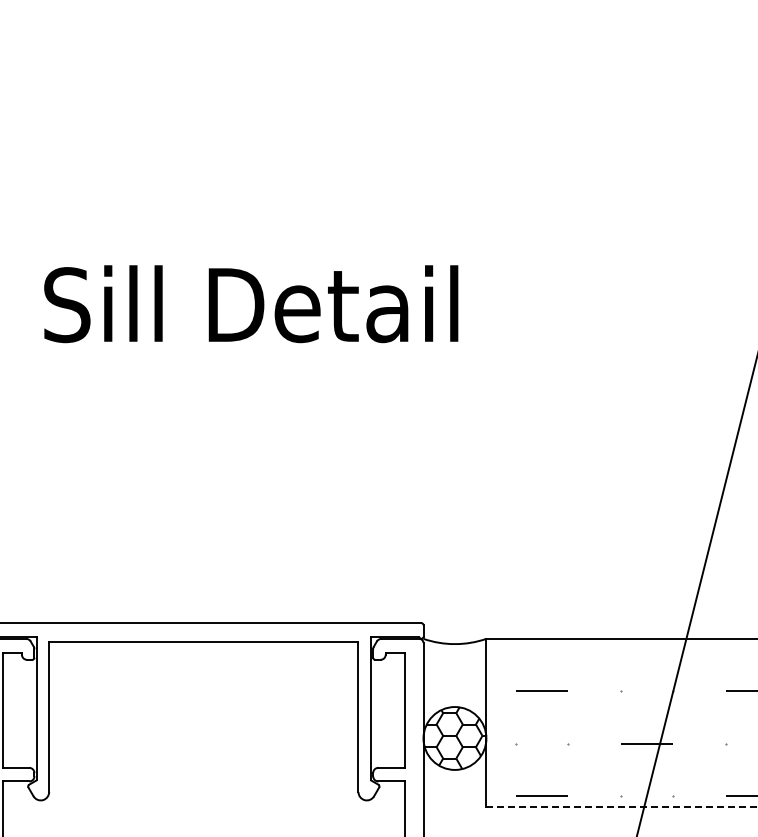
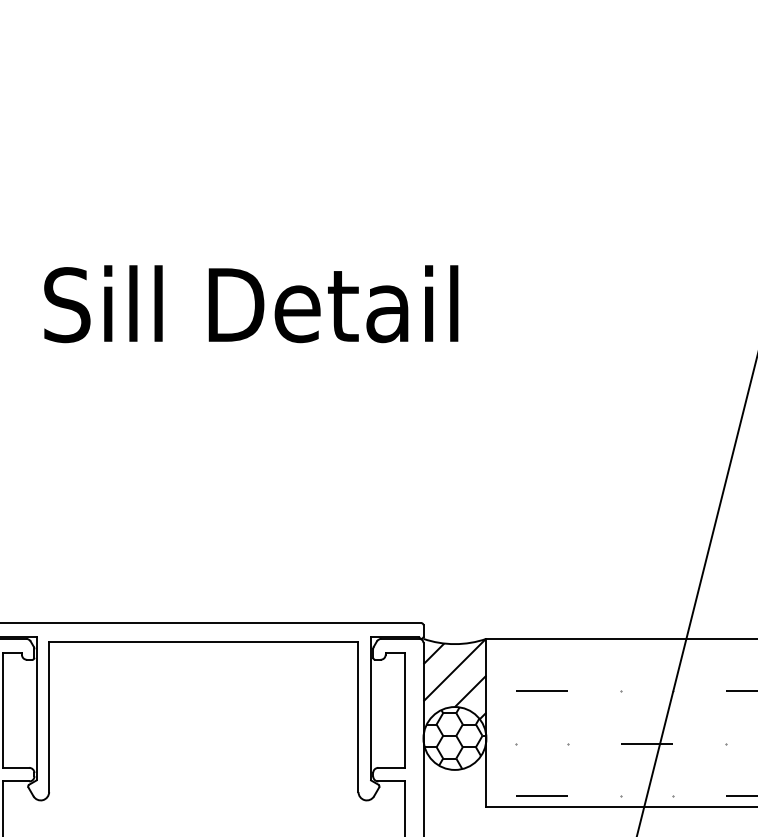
hatch at (454, 679): none -> present
line at (622, 806): dashed -> solid
